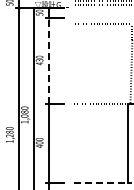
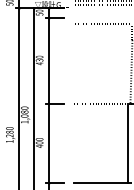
line at (49, 61): dashed -> solid
line at (101, 183): dashed -> solid
